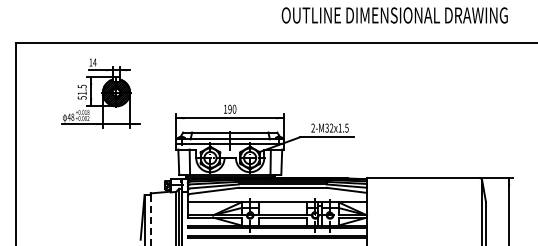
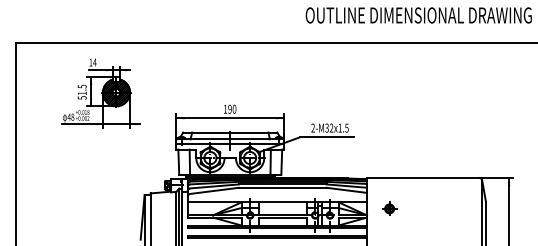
text at (394, 15) position: (394, 15) -> (418, 15)
part at (389, 208): none -> present
line at (150, 219): dashed -> solid
